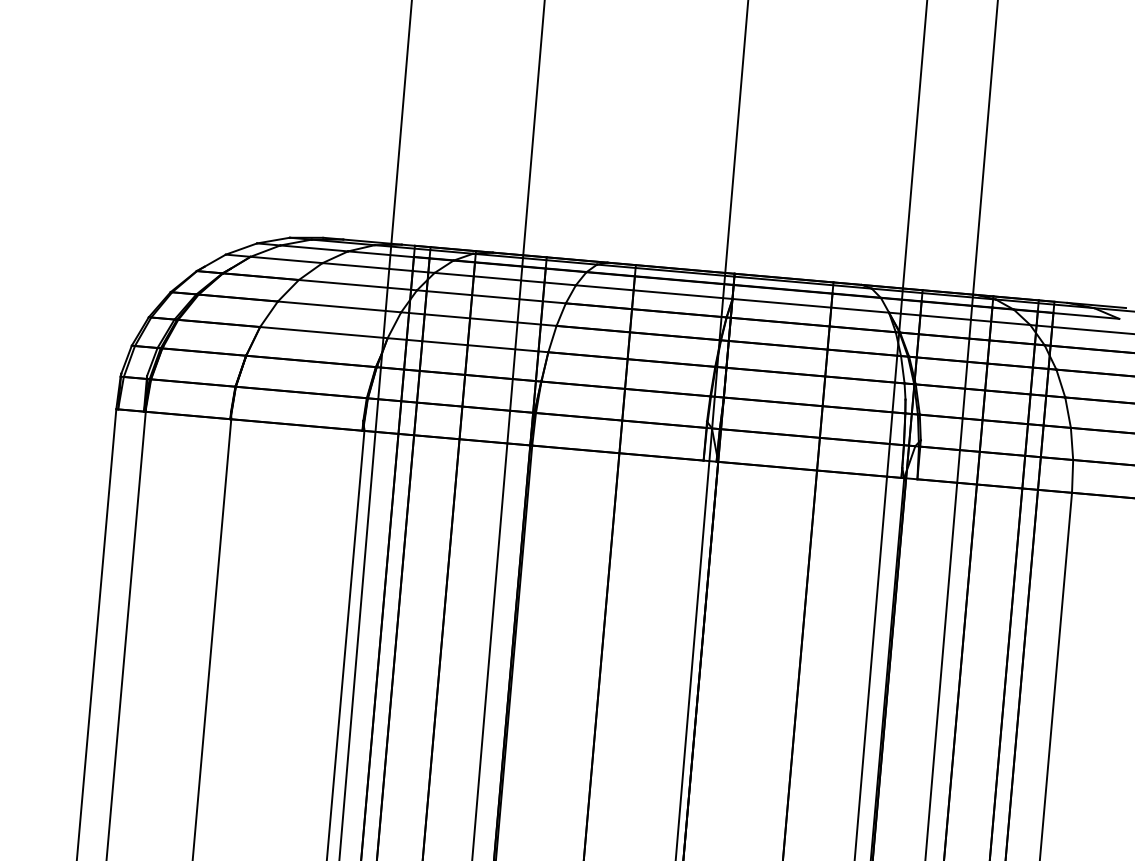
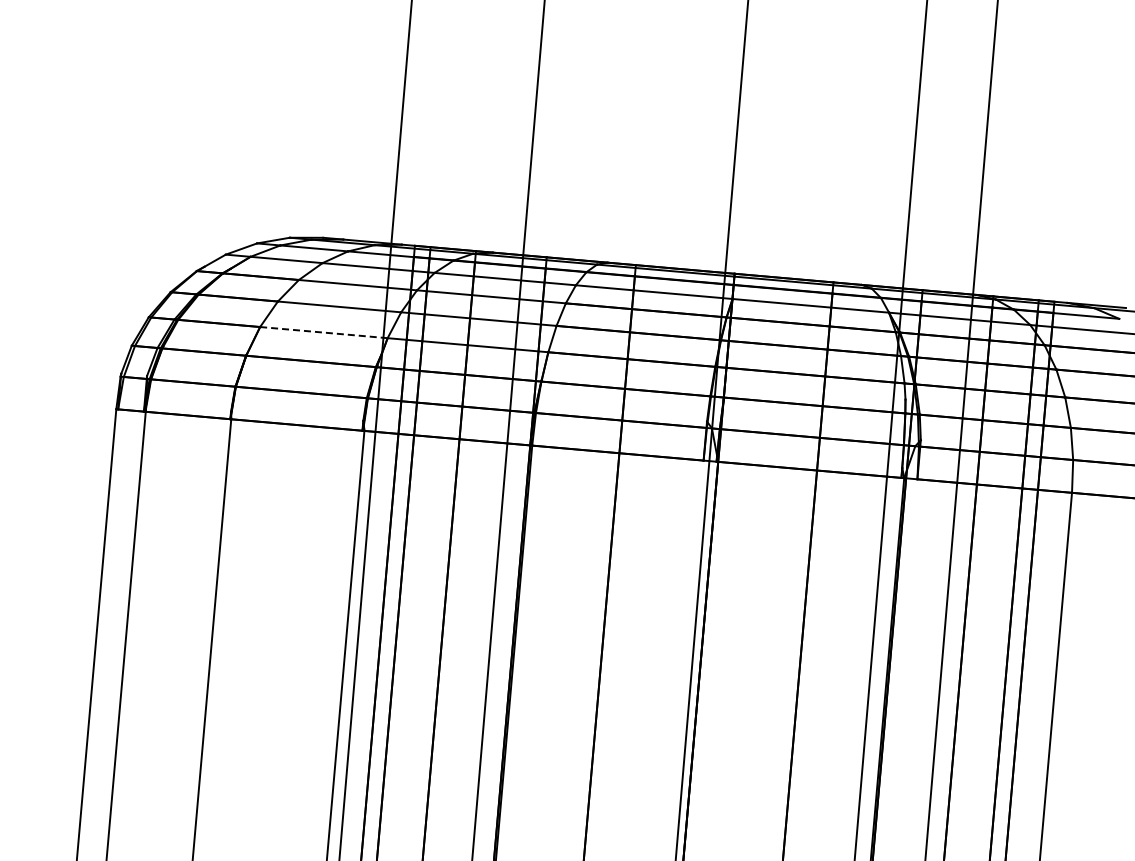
line at (323, 332): solid -> dashed
